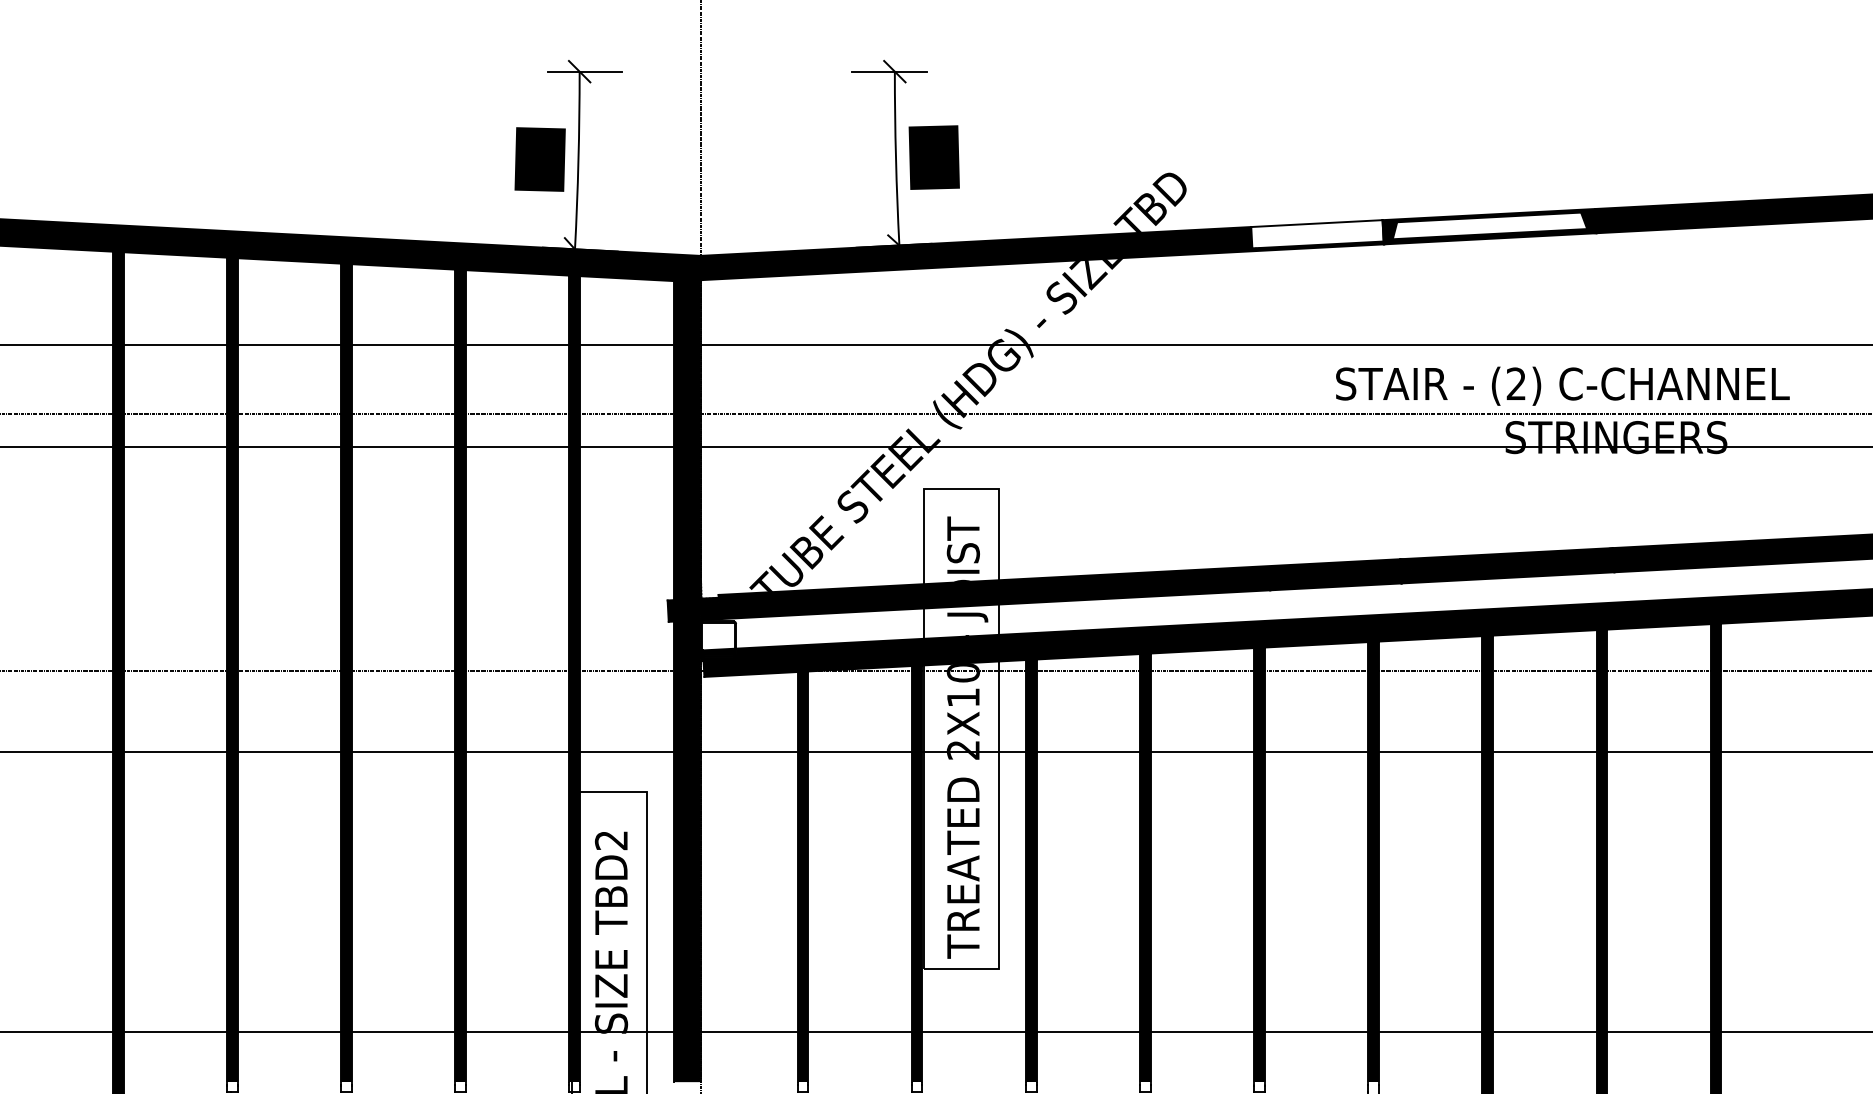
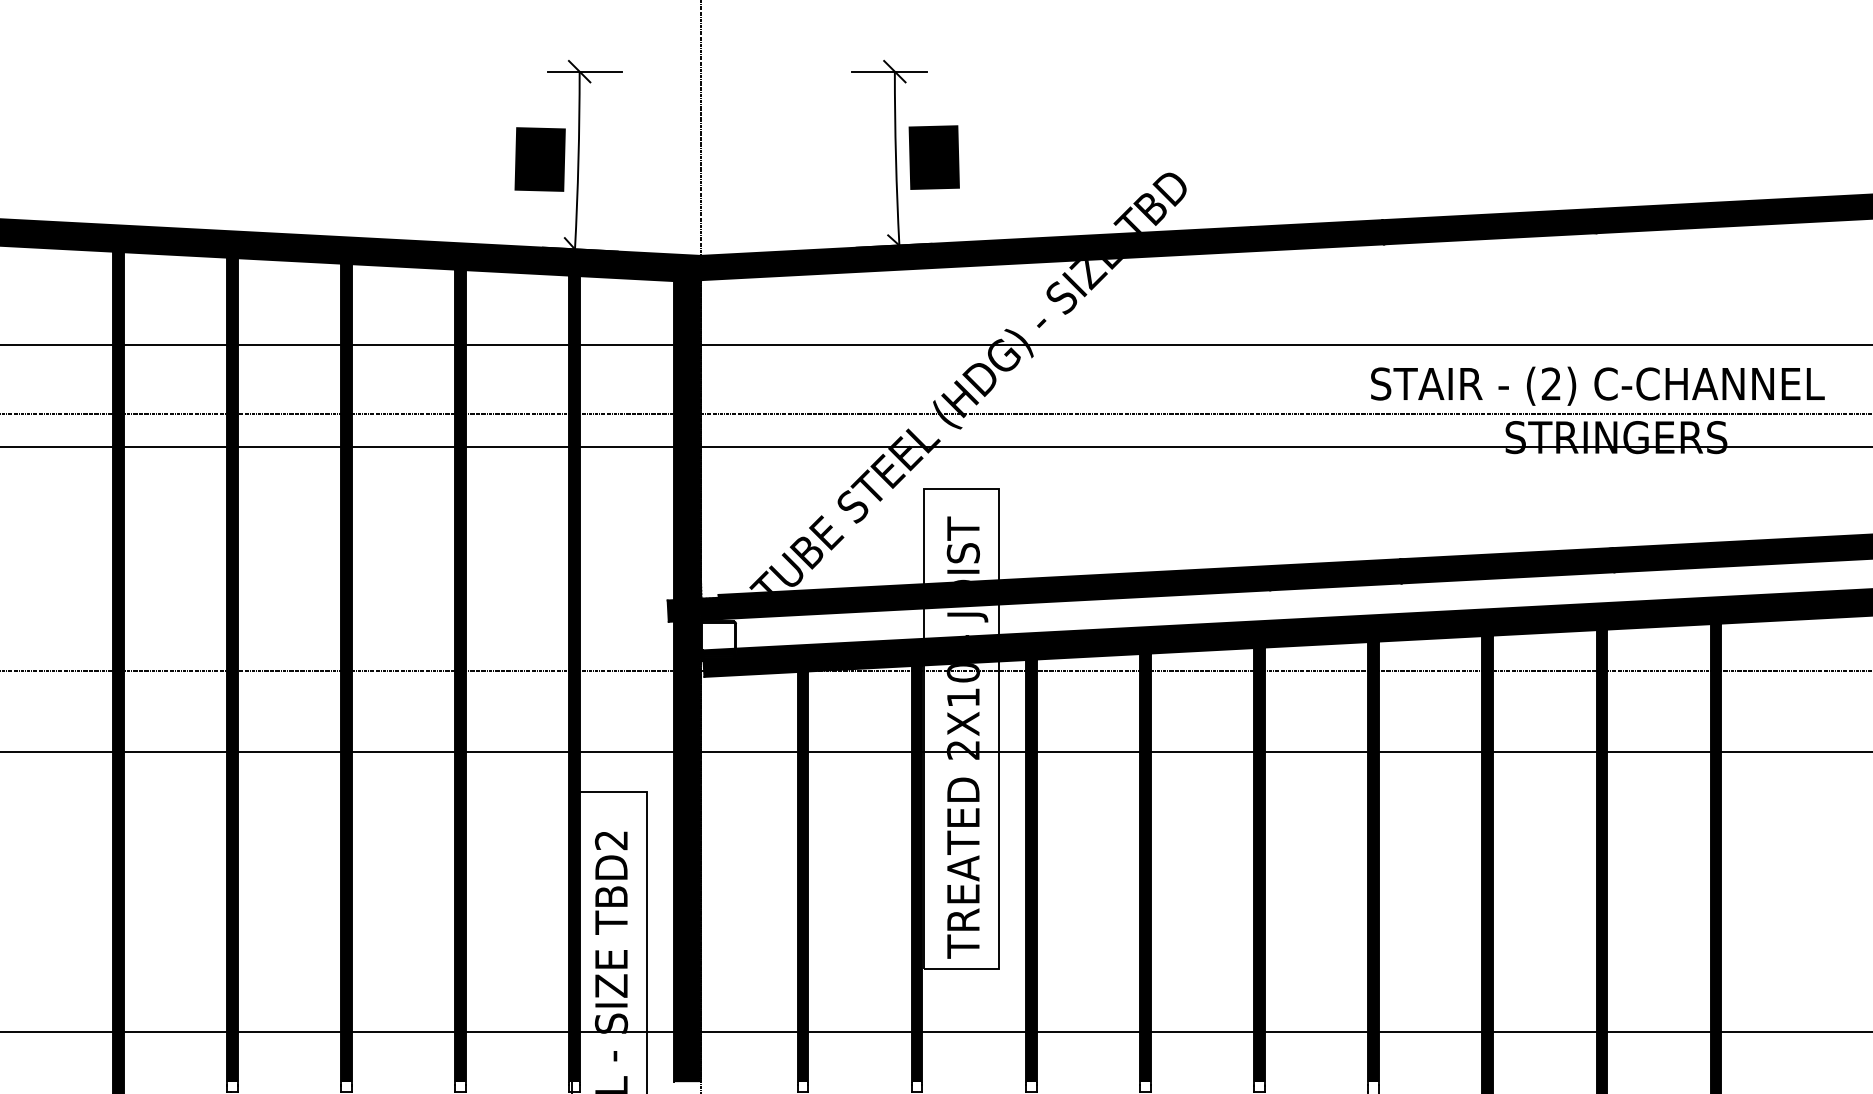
fill at (1489, 225): none -> present
fill at (1317, 234): none -> present
text at (1562, 385) position: (1562, 385) -> (1597, 385)
